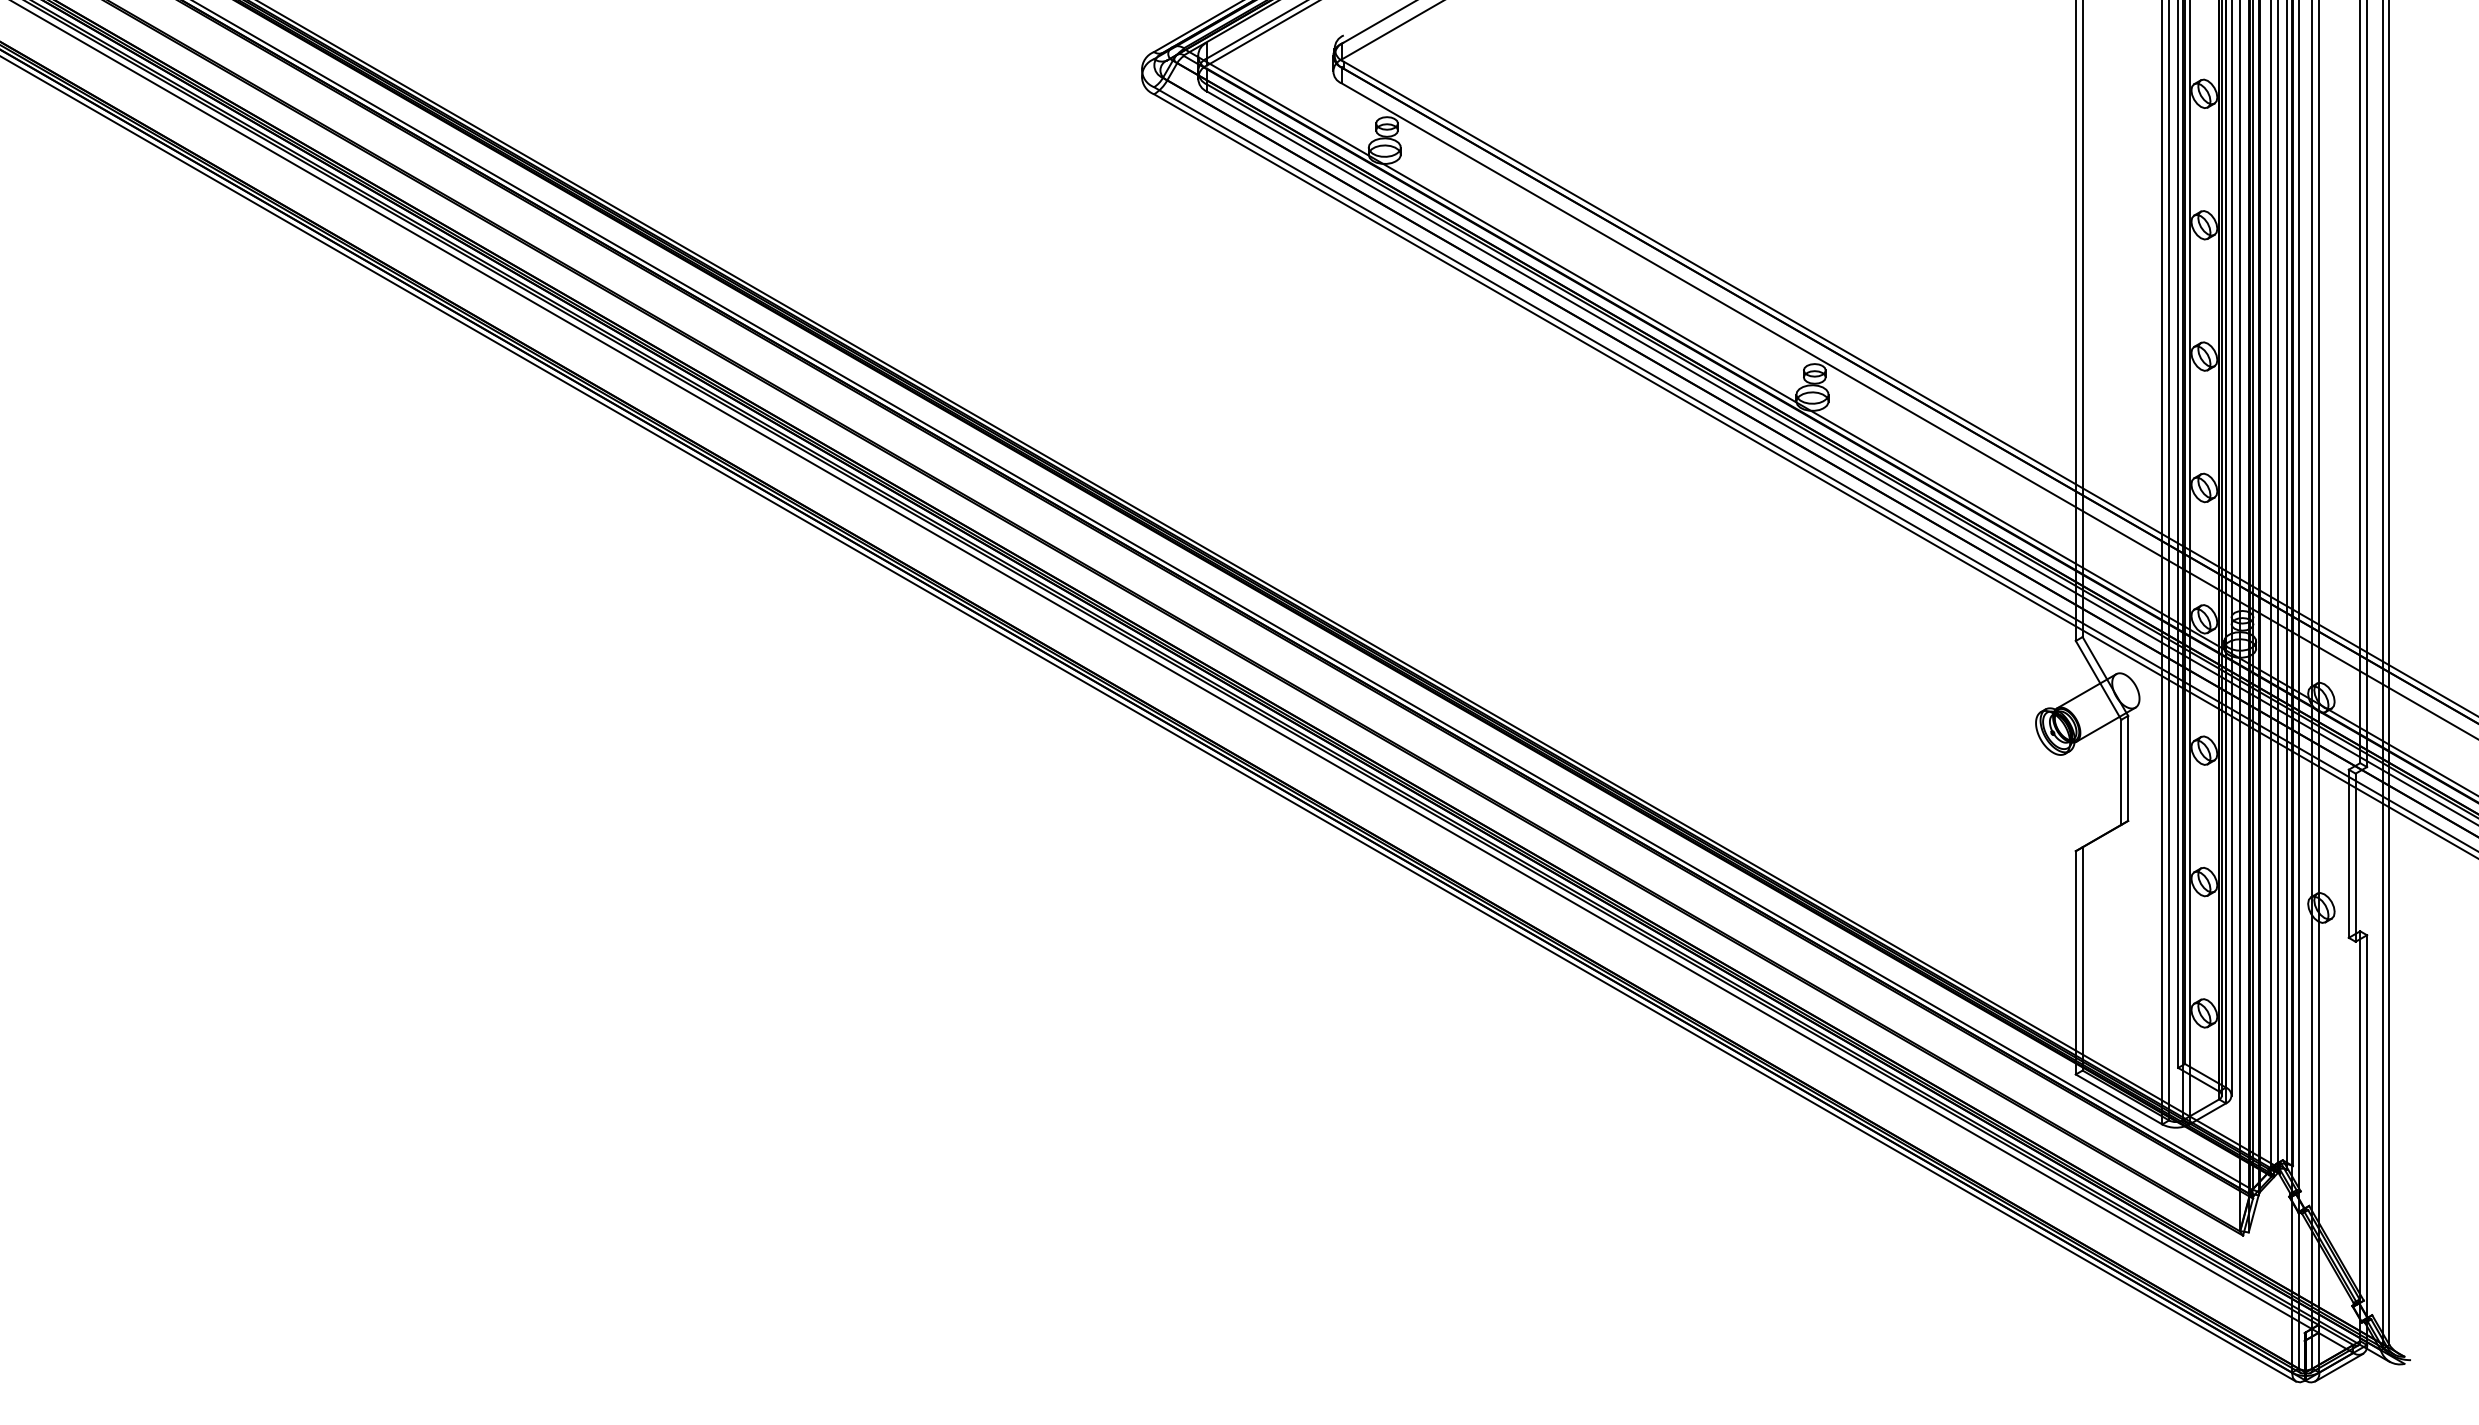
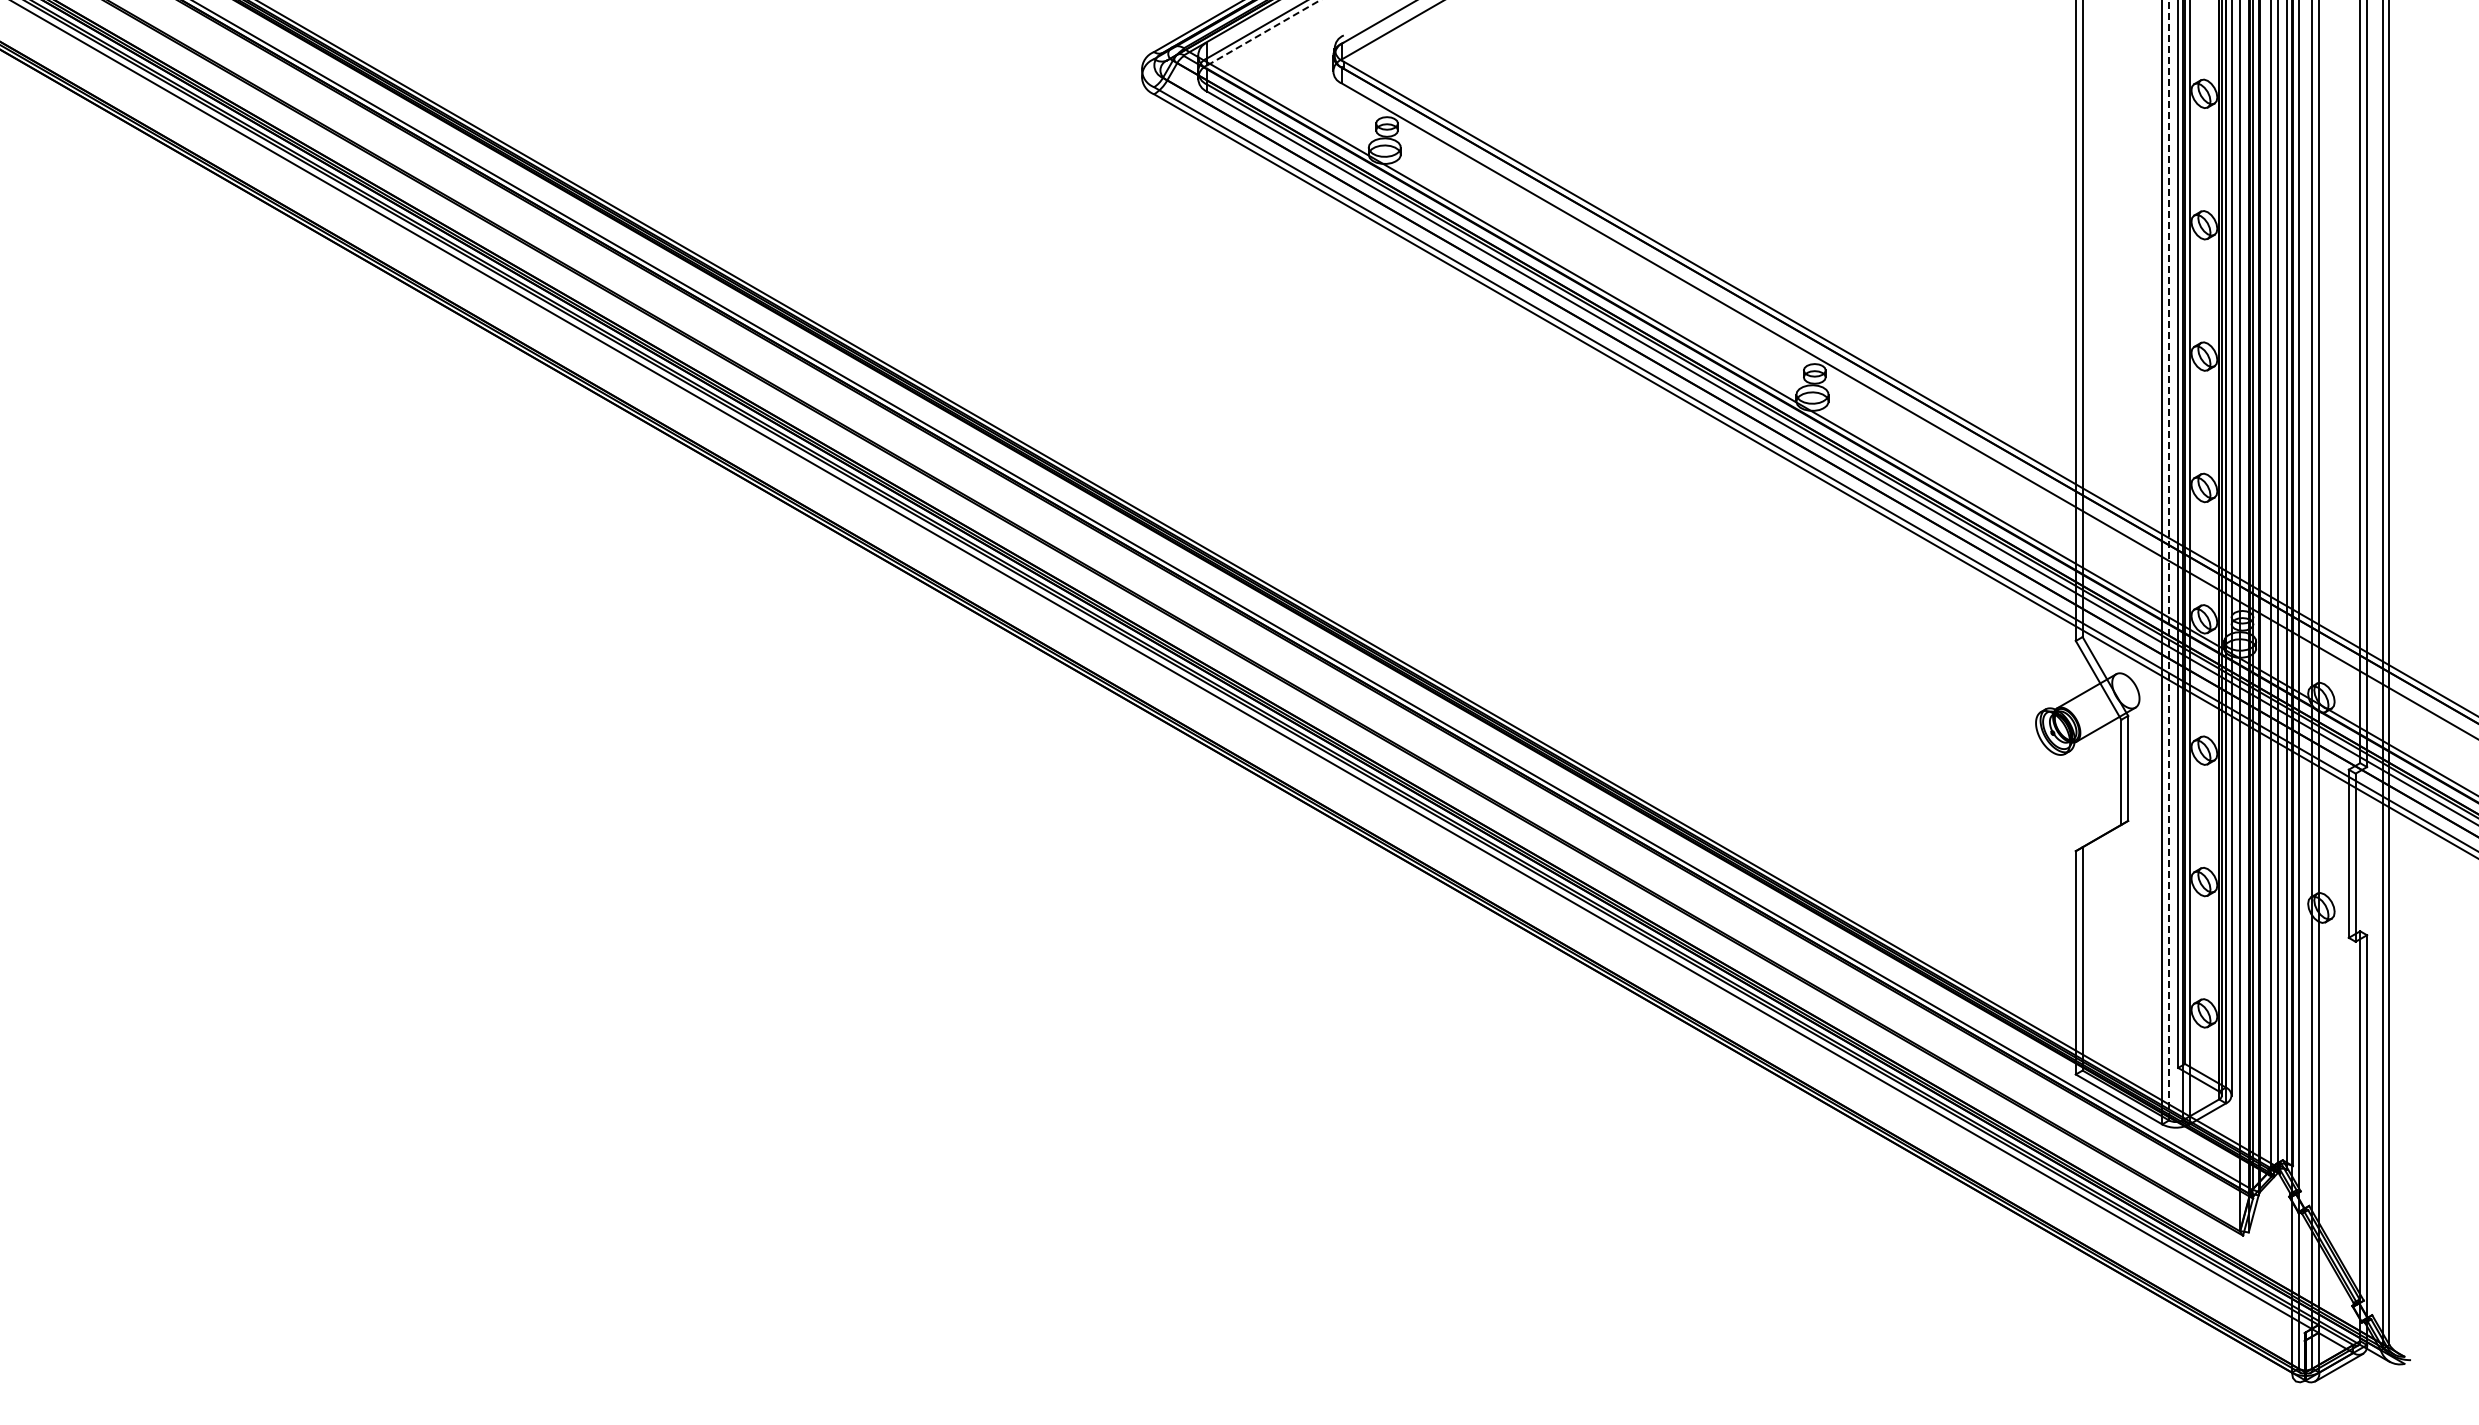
line at (1263, 32): solid -> dashed
line at (2169, 560): solid -> dashed
line at (1149, 719): present -> none
